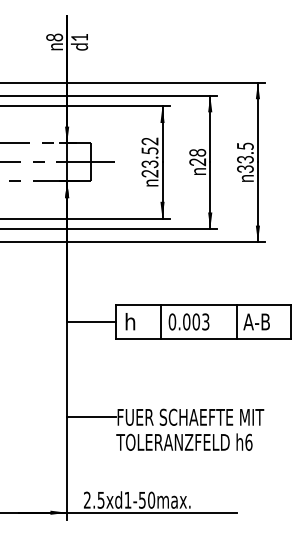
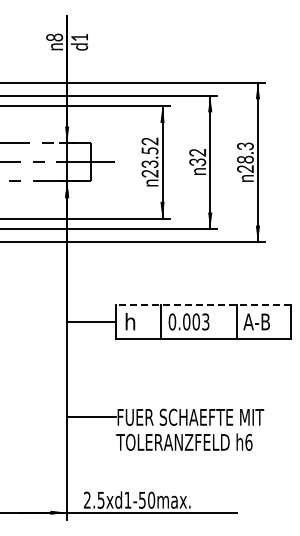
text at (198, 157): 28 -> 32
text at (245, 157): 33.5 -> 28.3
line at (203, 305): solid -> dashed
